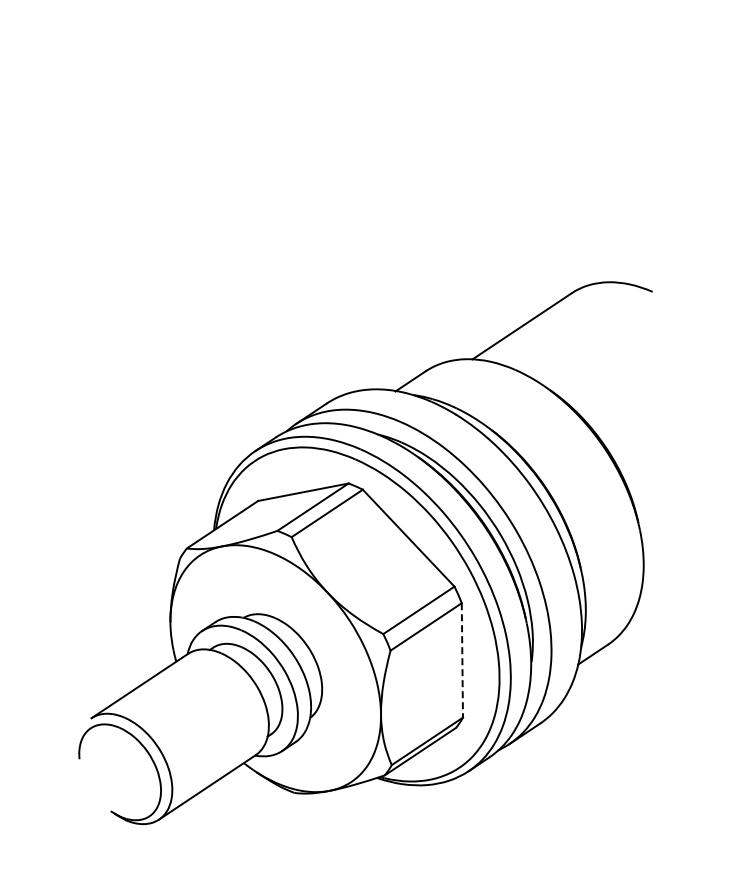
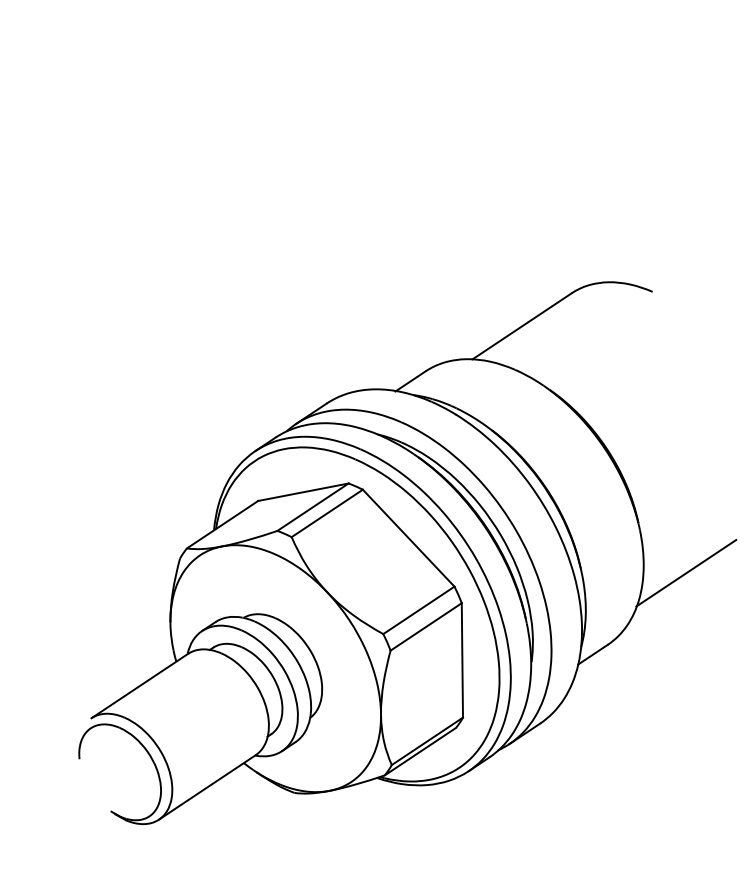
line at (686, 573): none -> present
line at (462, 660): dashed -> solid
